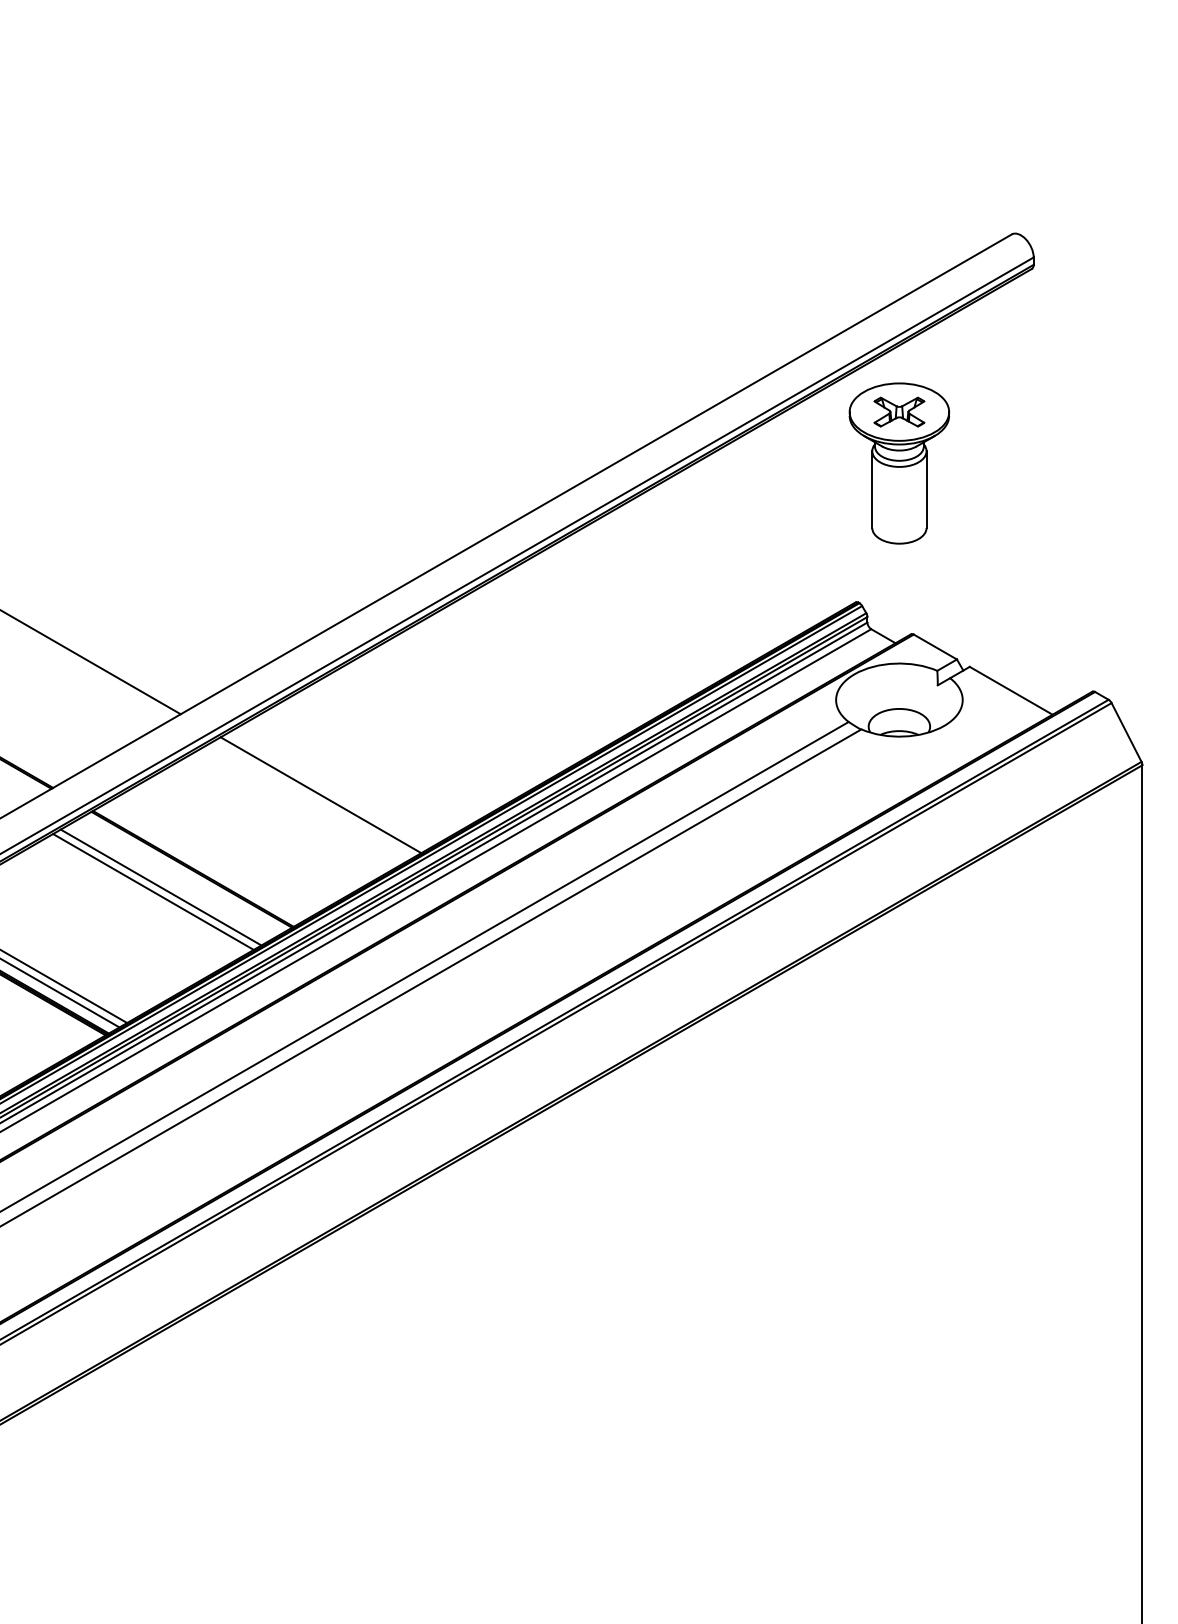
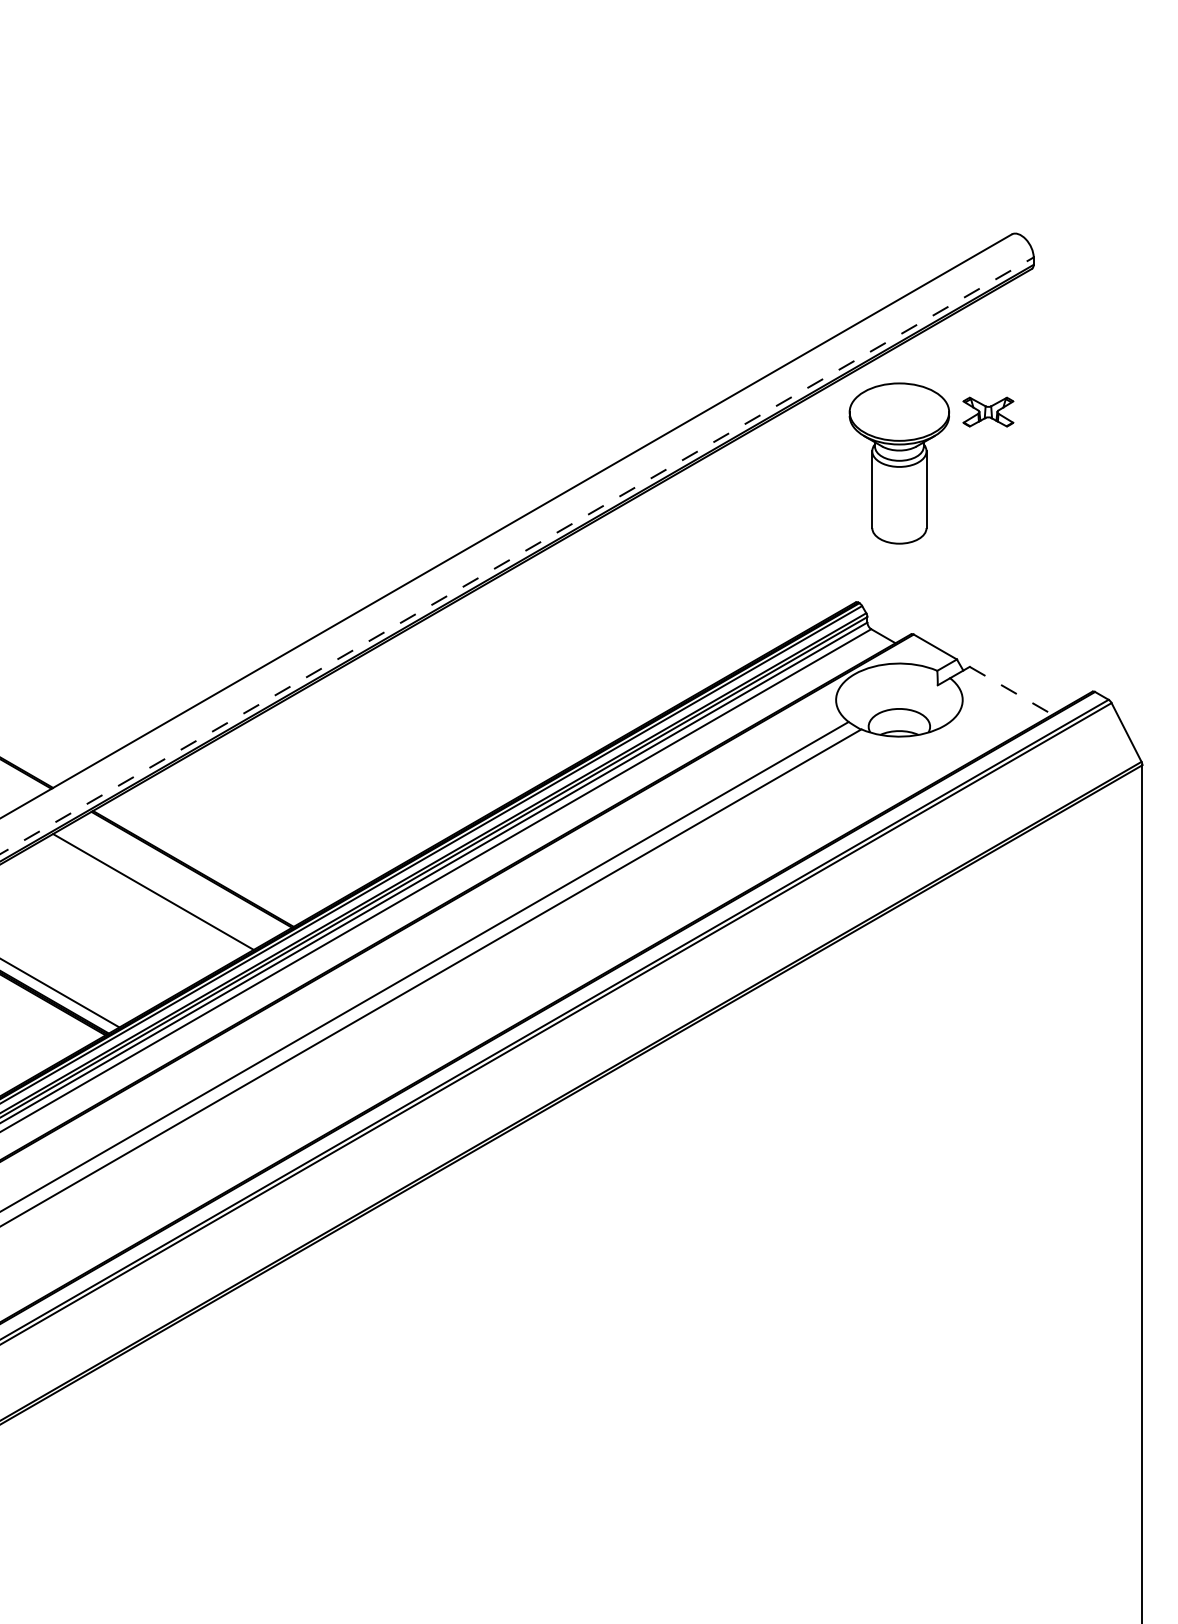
part at (899, 411) position: (899, 411) -> (988, 411)
line at (517, 555): solid -> dashed
line at (91, 662): present -> none
line at (1011, 690): solid -> dashed
line at (320, 795): present -> none
line at (160, 887): present -> none
line at (64, 986): present -> none
